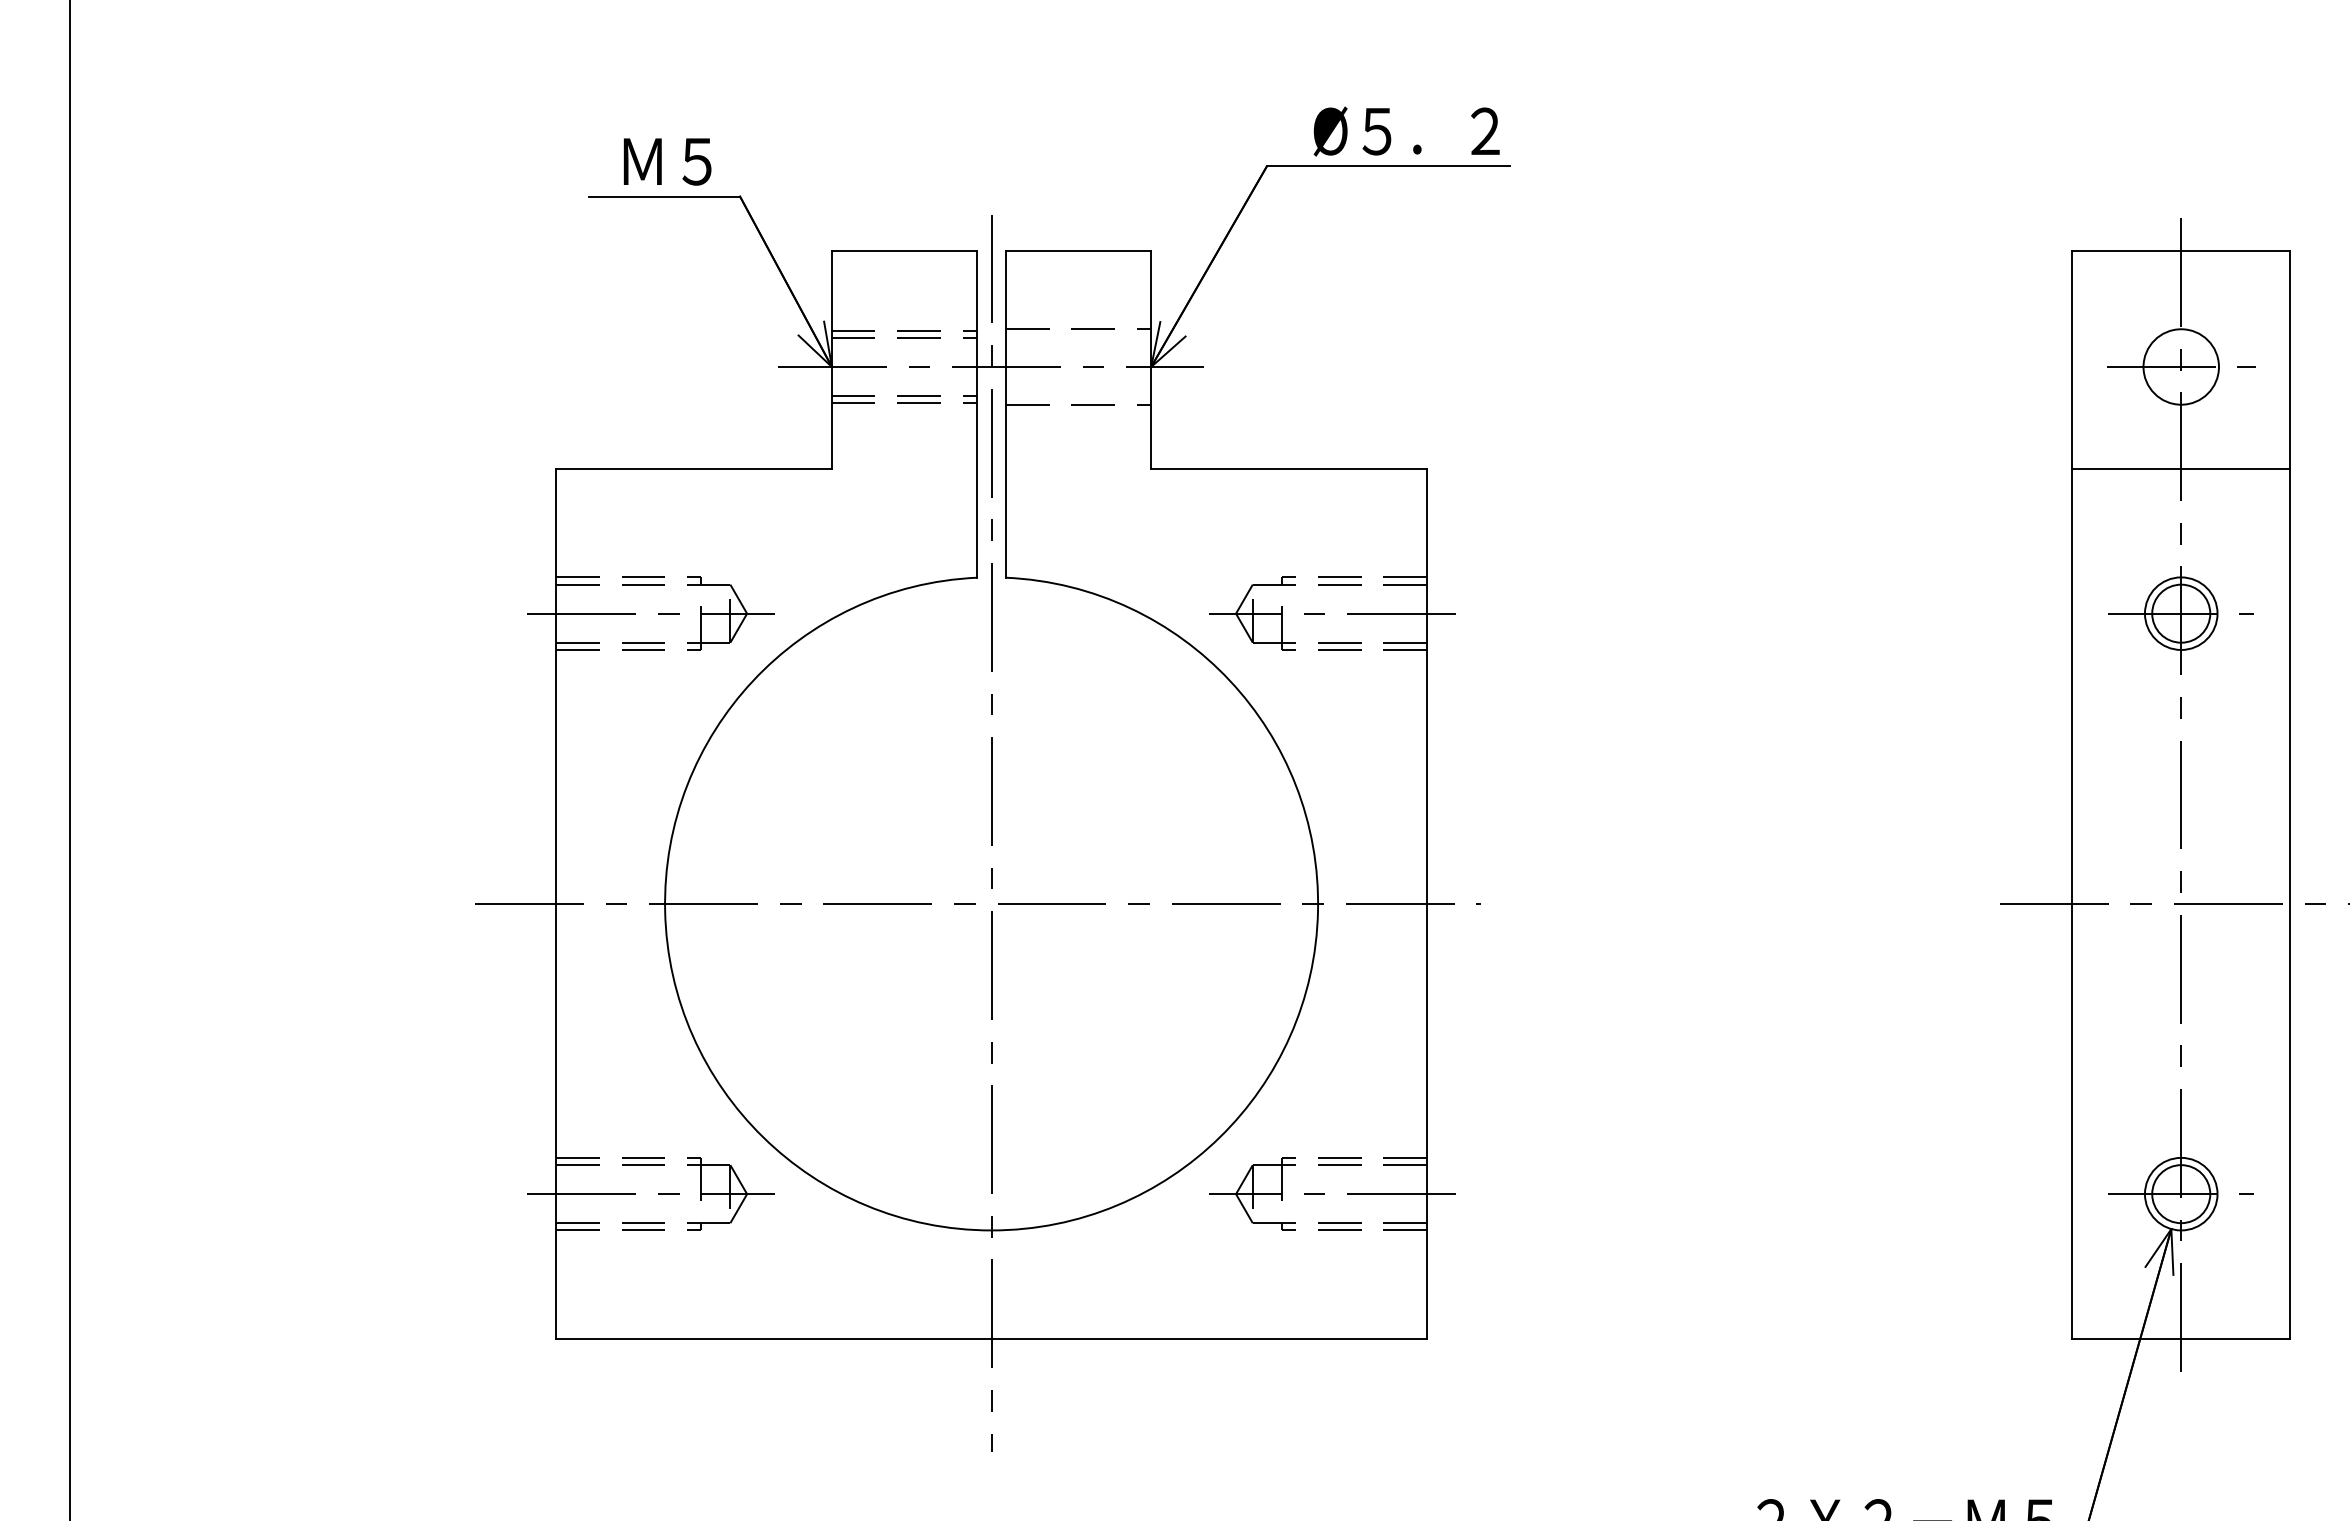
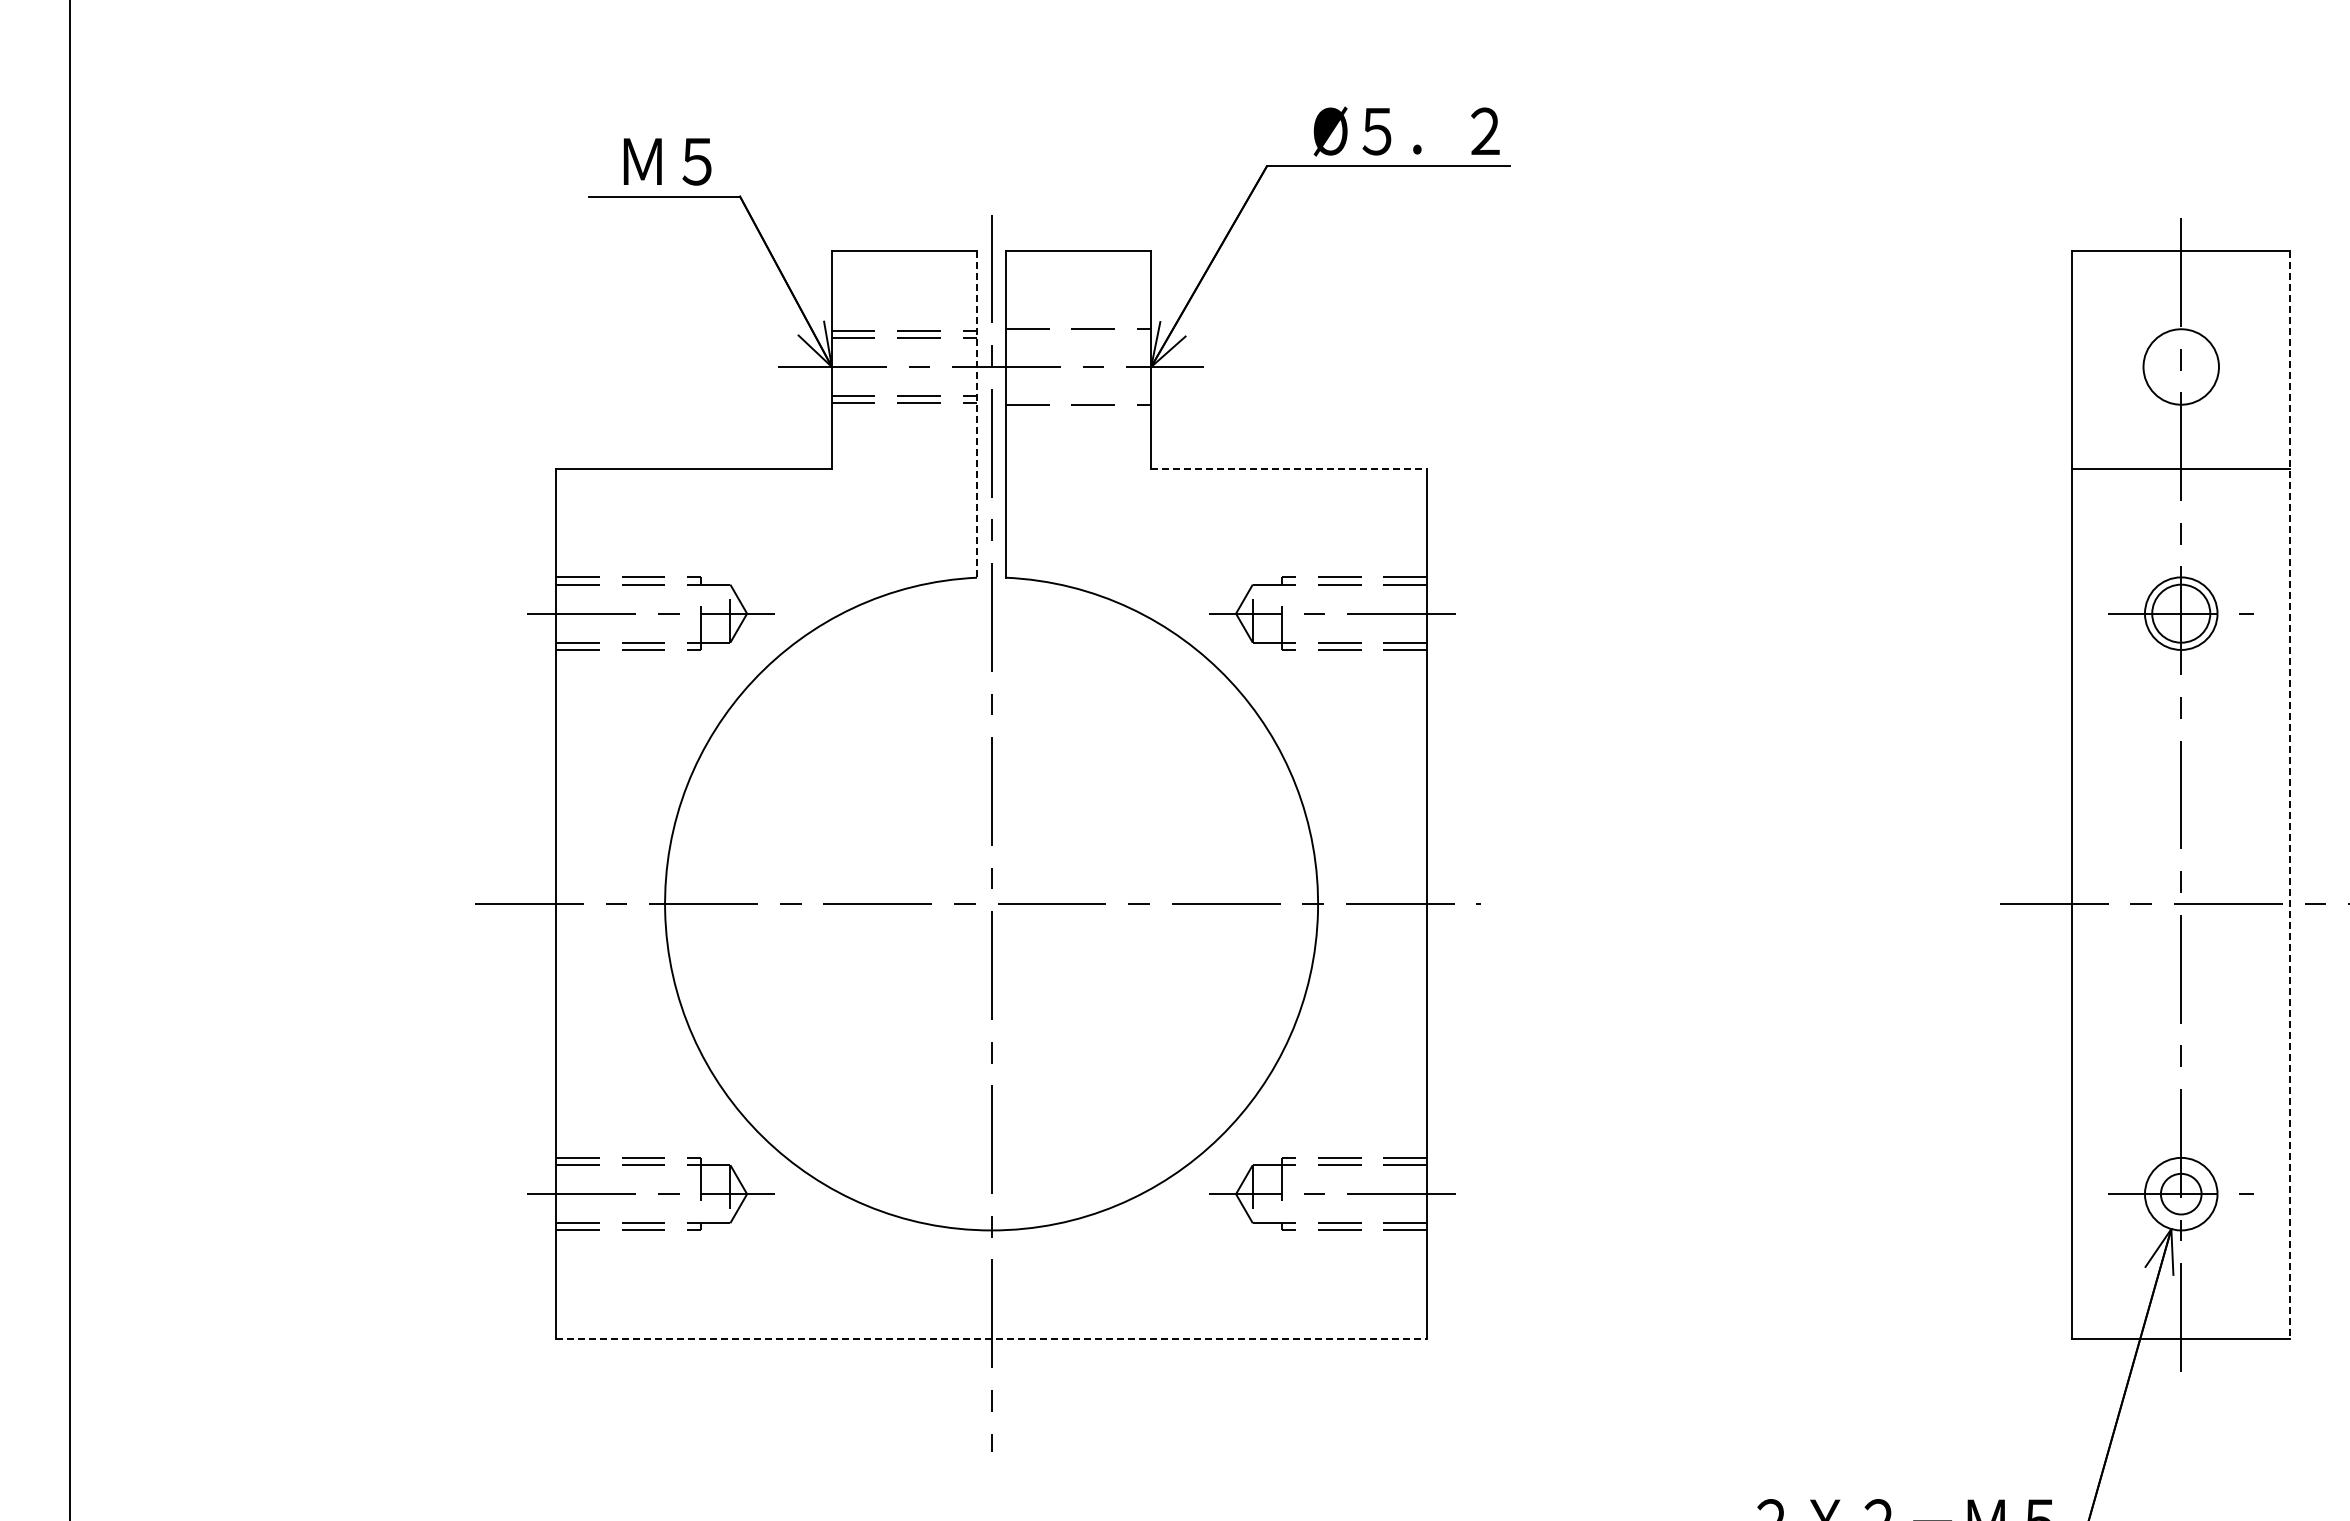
line at (2180, 367): present -> none
line at (977, 414): solid -> dashed
line at (1289, 468): solid -> dashed
line at (2290, 795): solid -> dashed
circle at (2181, 1194) diameter: 58 px -> 41 px
line at (992, 1339): solid -> dashed
